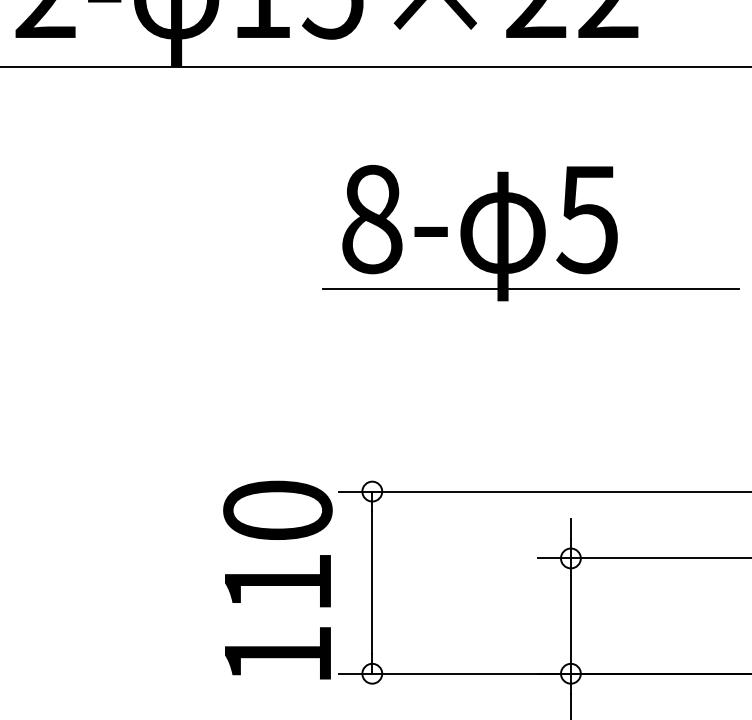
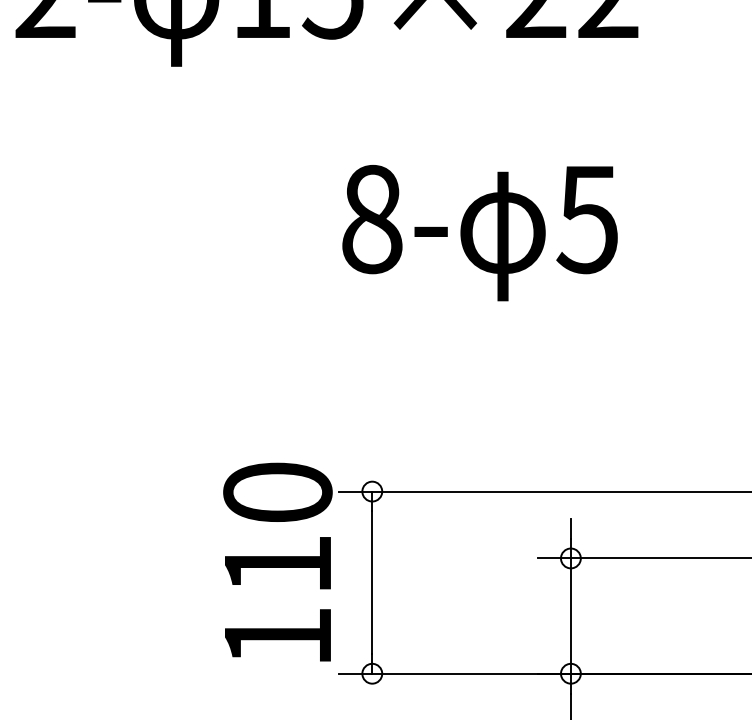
line at (375, 66): present -> none
line at (530, 289): present -> none
text at (277, 579) position: (277, 579) -> (277, 561)
